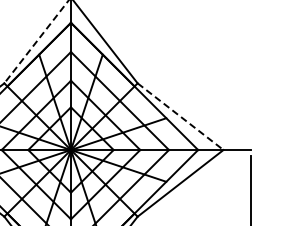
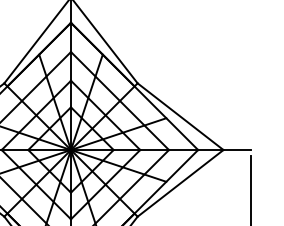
line at (36, 42): dashed -> solid
line at (180, 117): dashed -> solid
